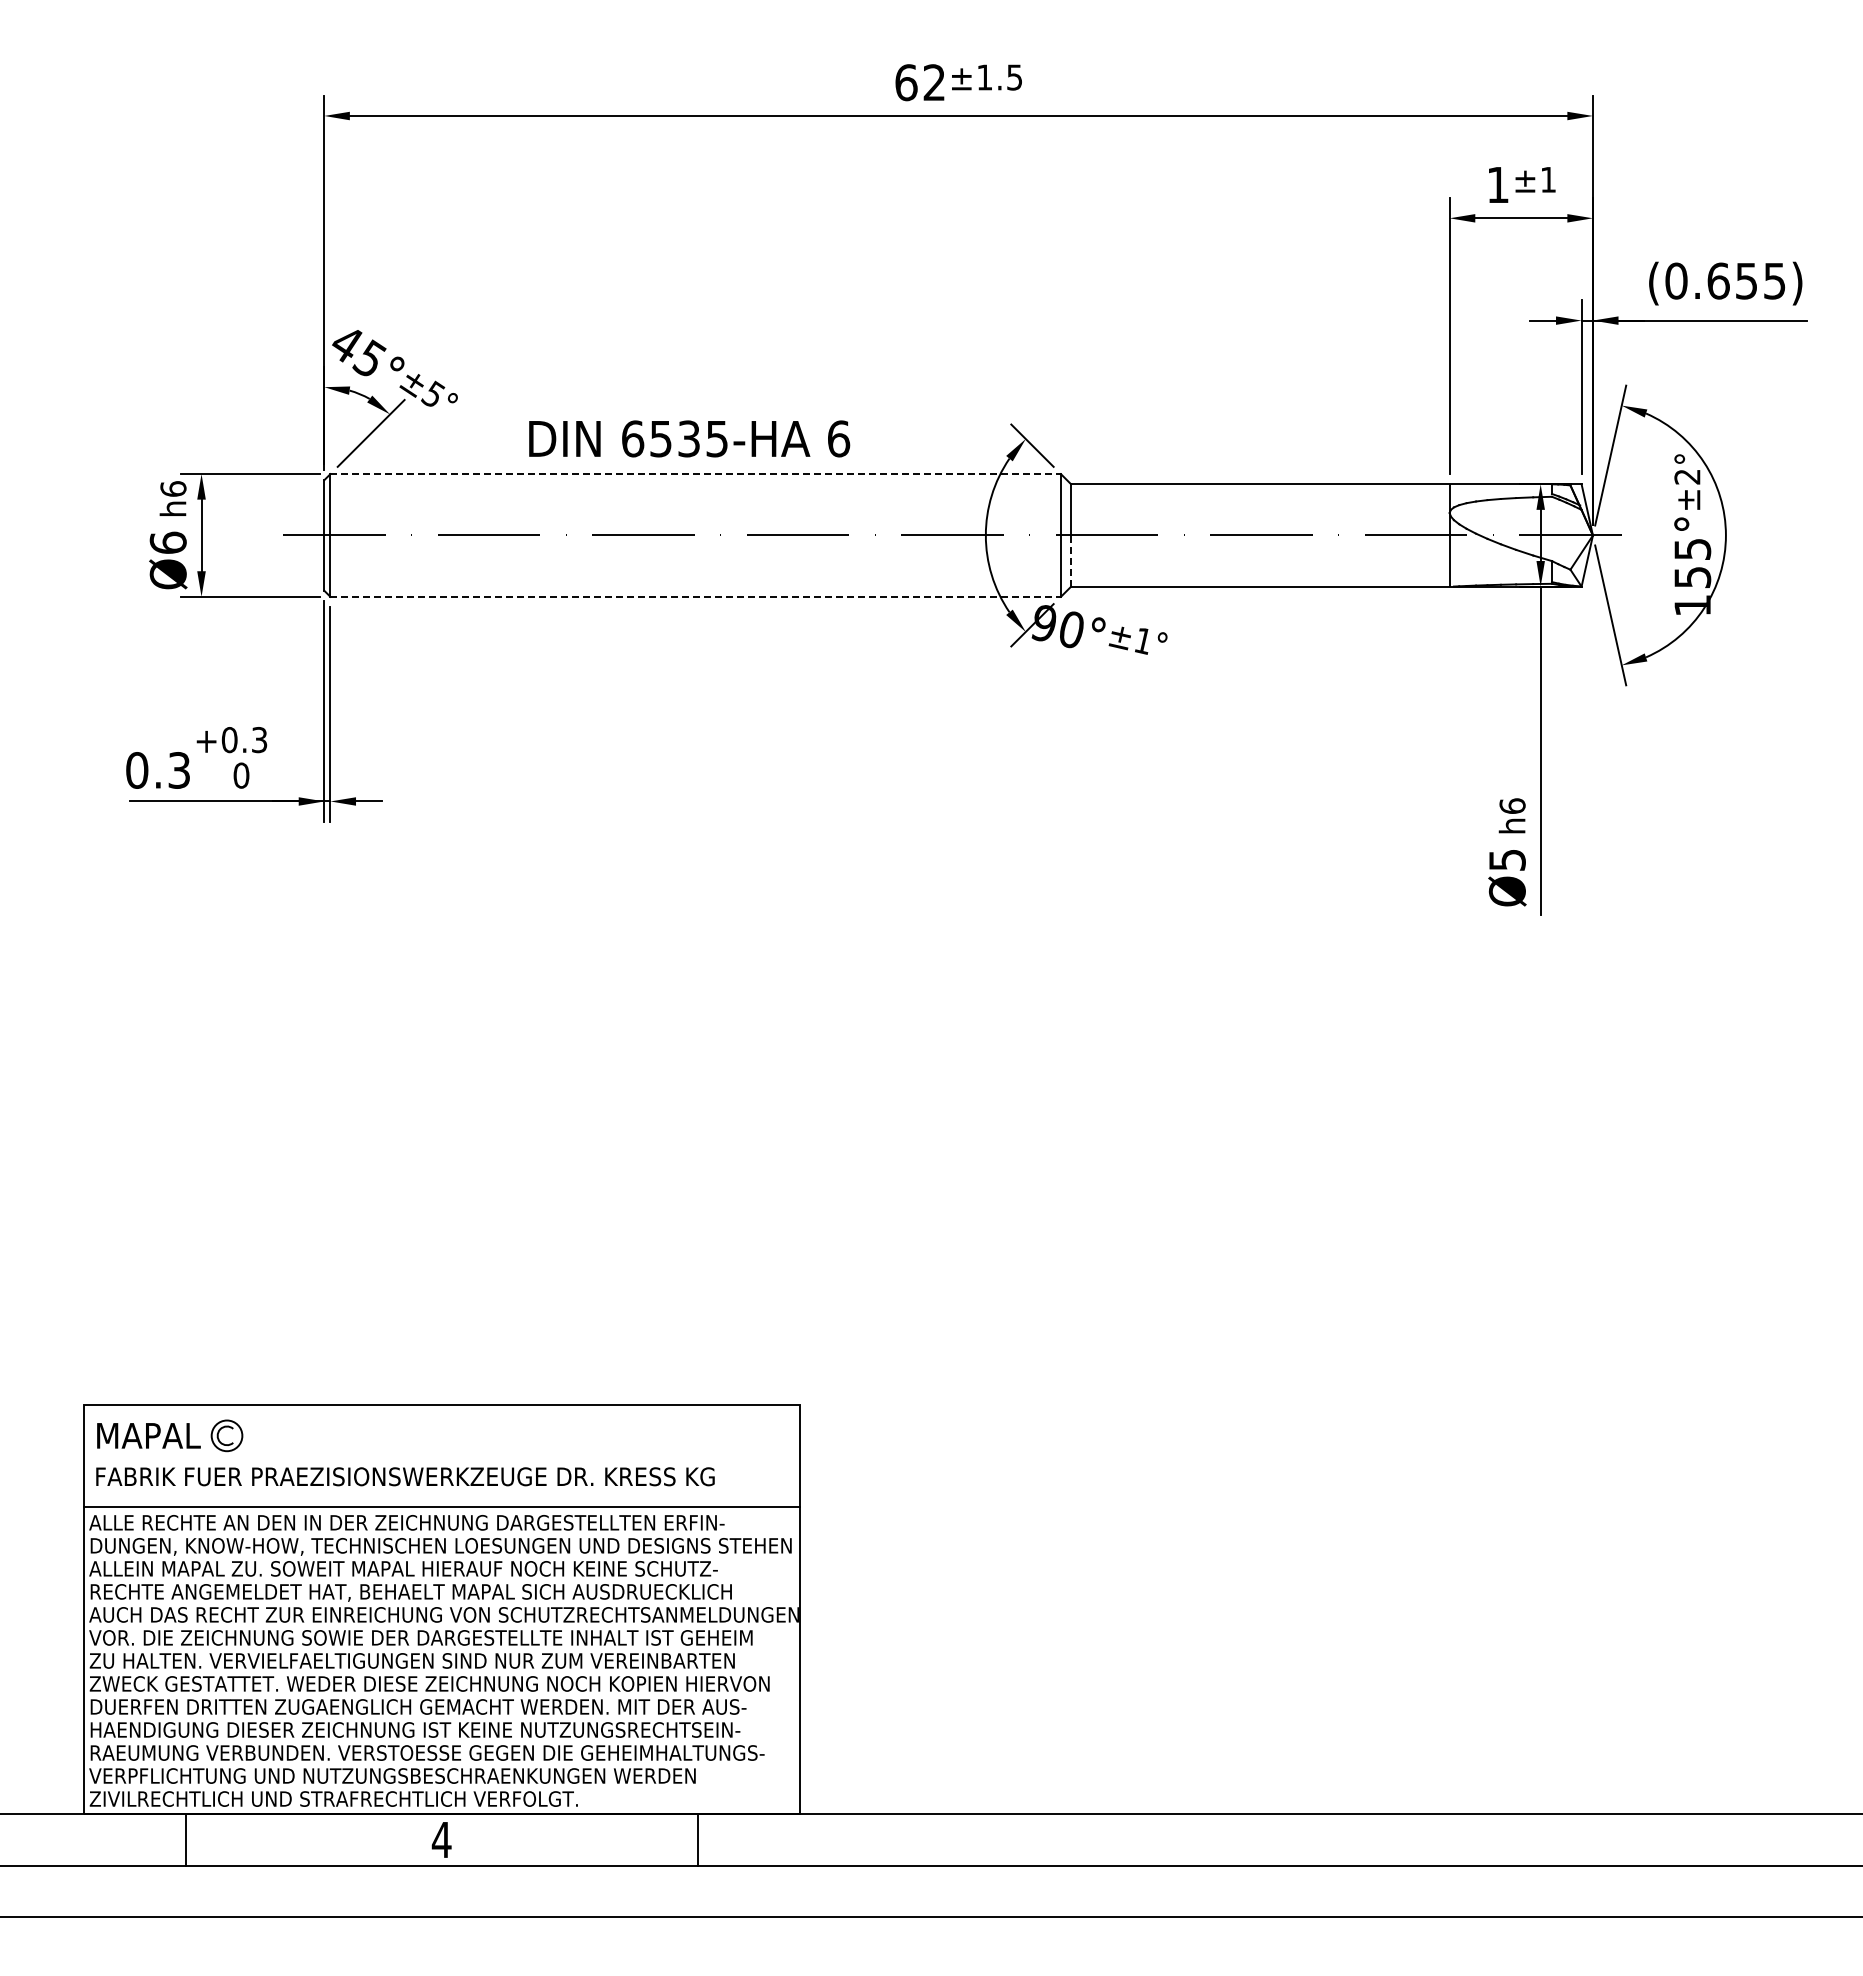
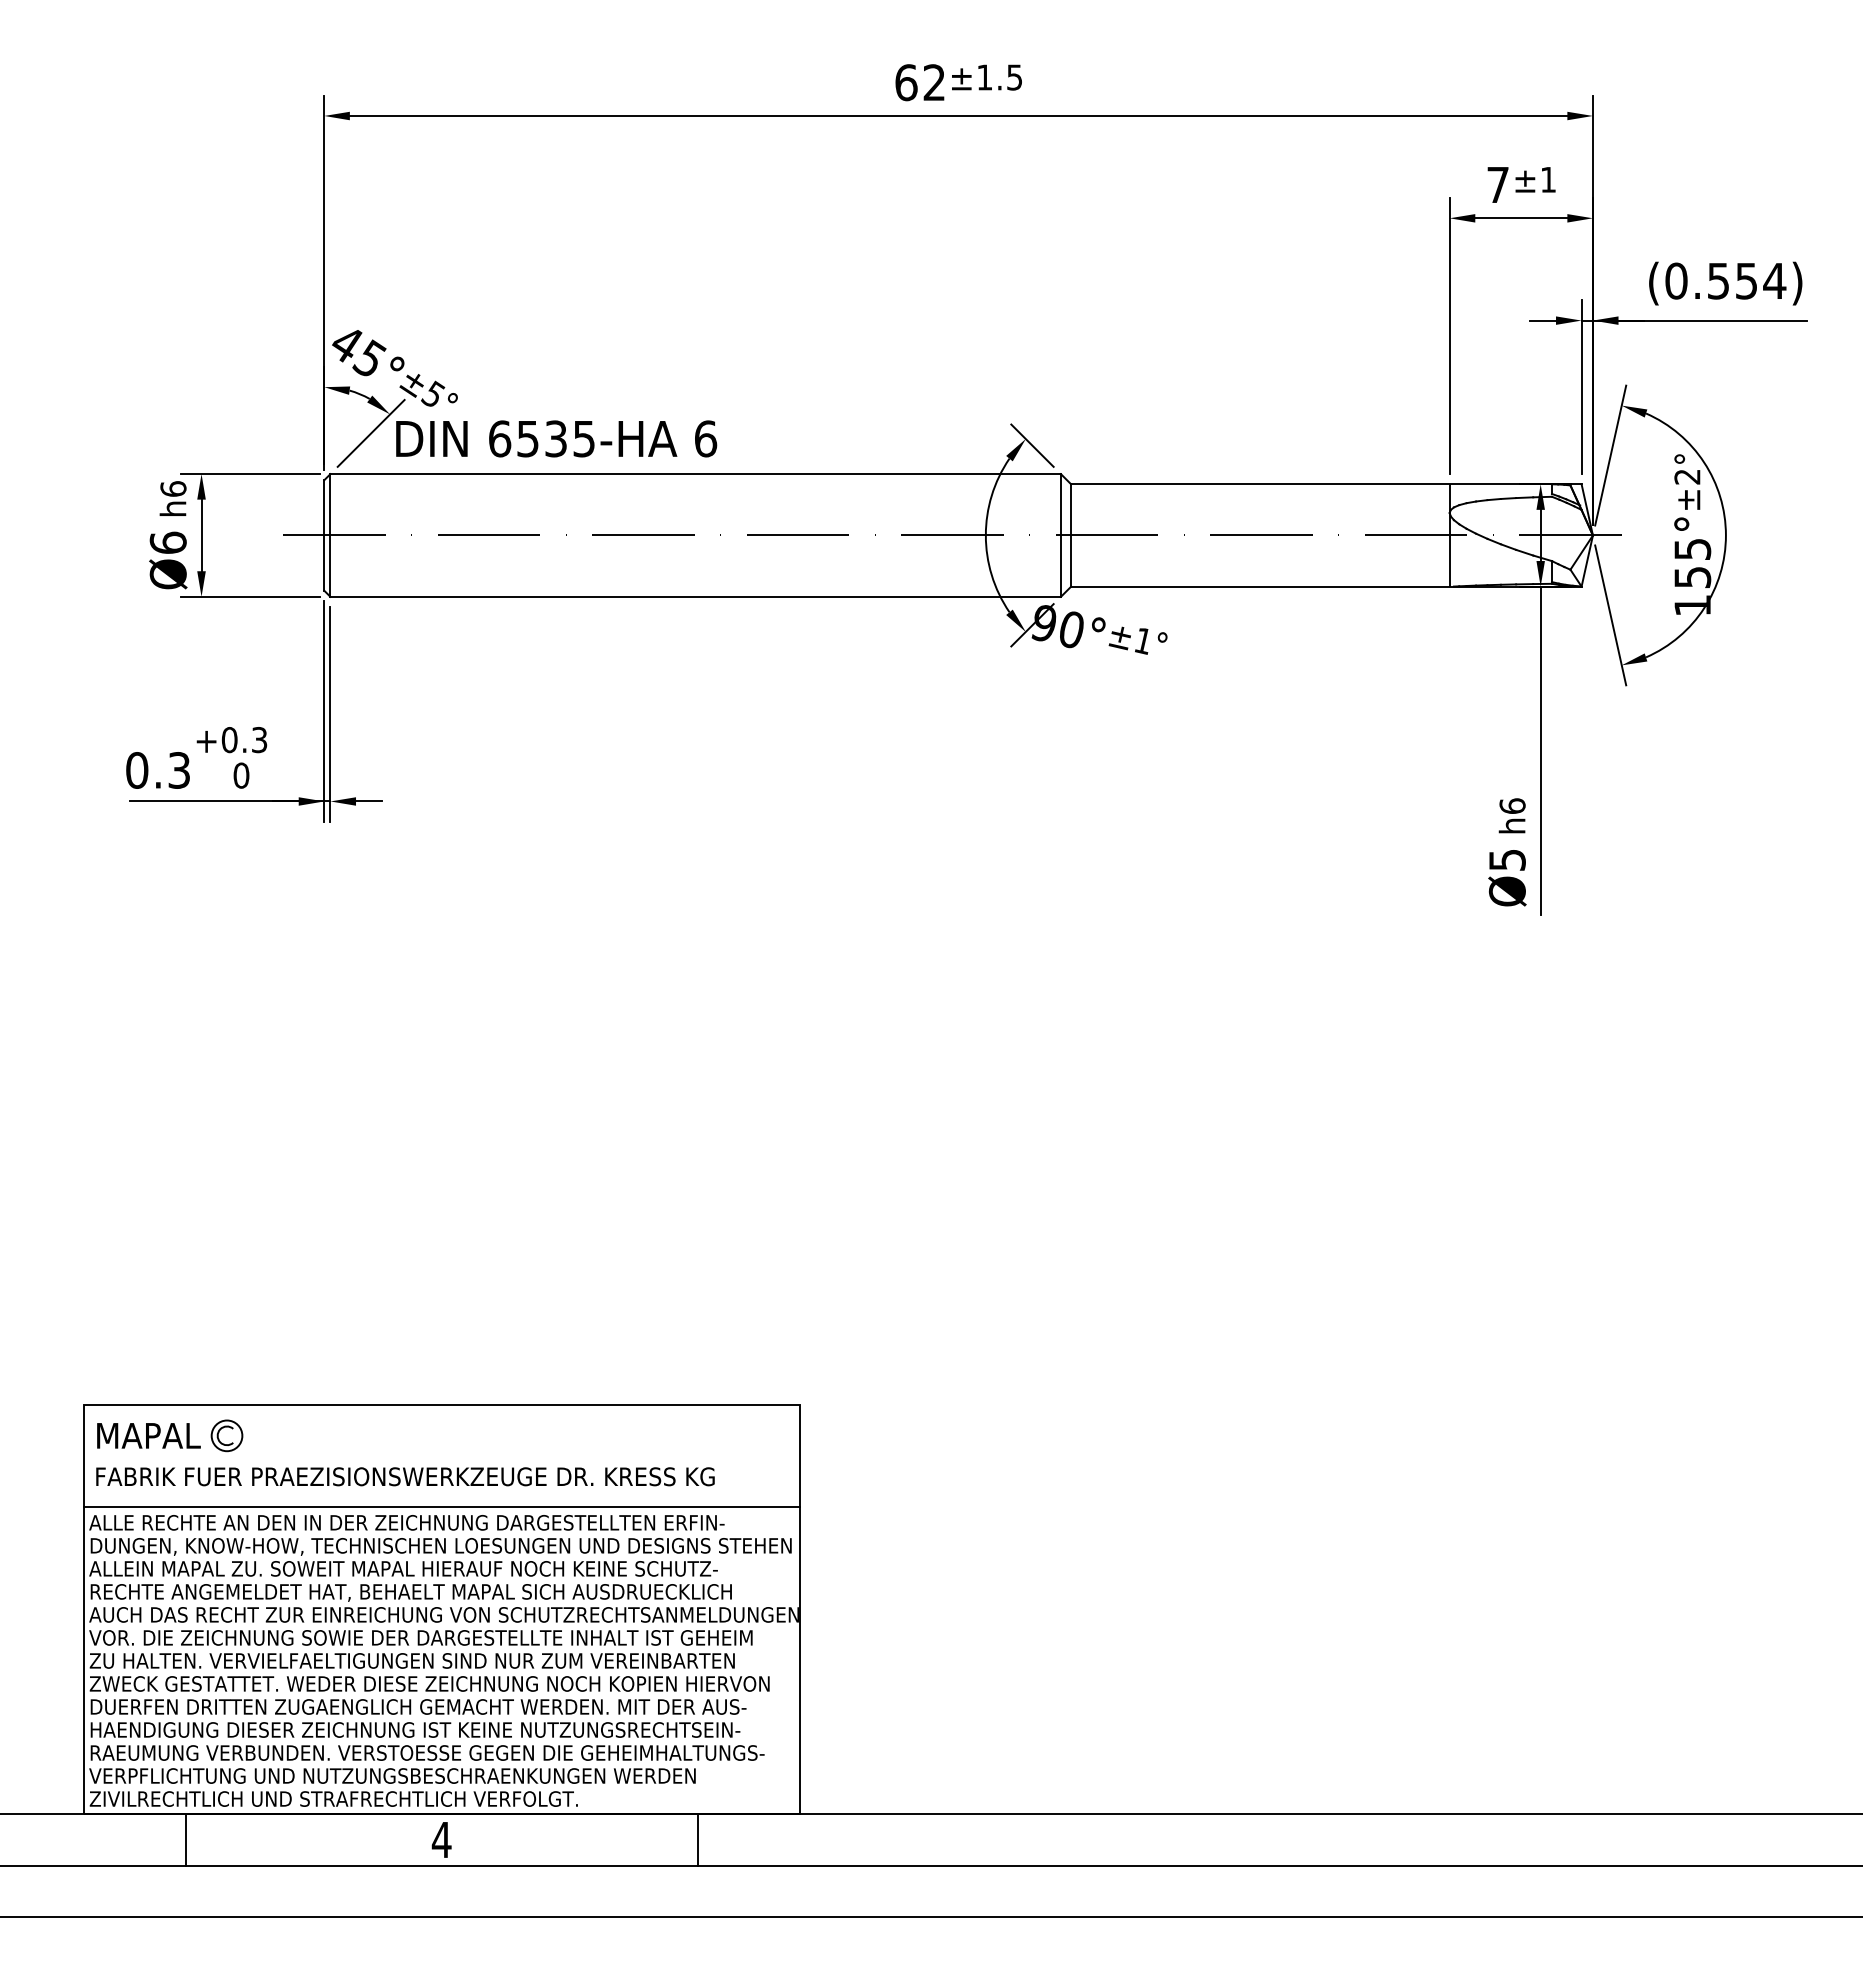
text at (1497, 184): 1 -> 7
text at (1746, 280): (0.655) -> (0.554)
text at (689, 438) position: (689, 438) -> (556, 438)
line at (696, 474): dashed -> solid
line at (1071, 561): dashed -> solid
line at (696, 596): dashed -> solid
